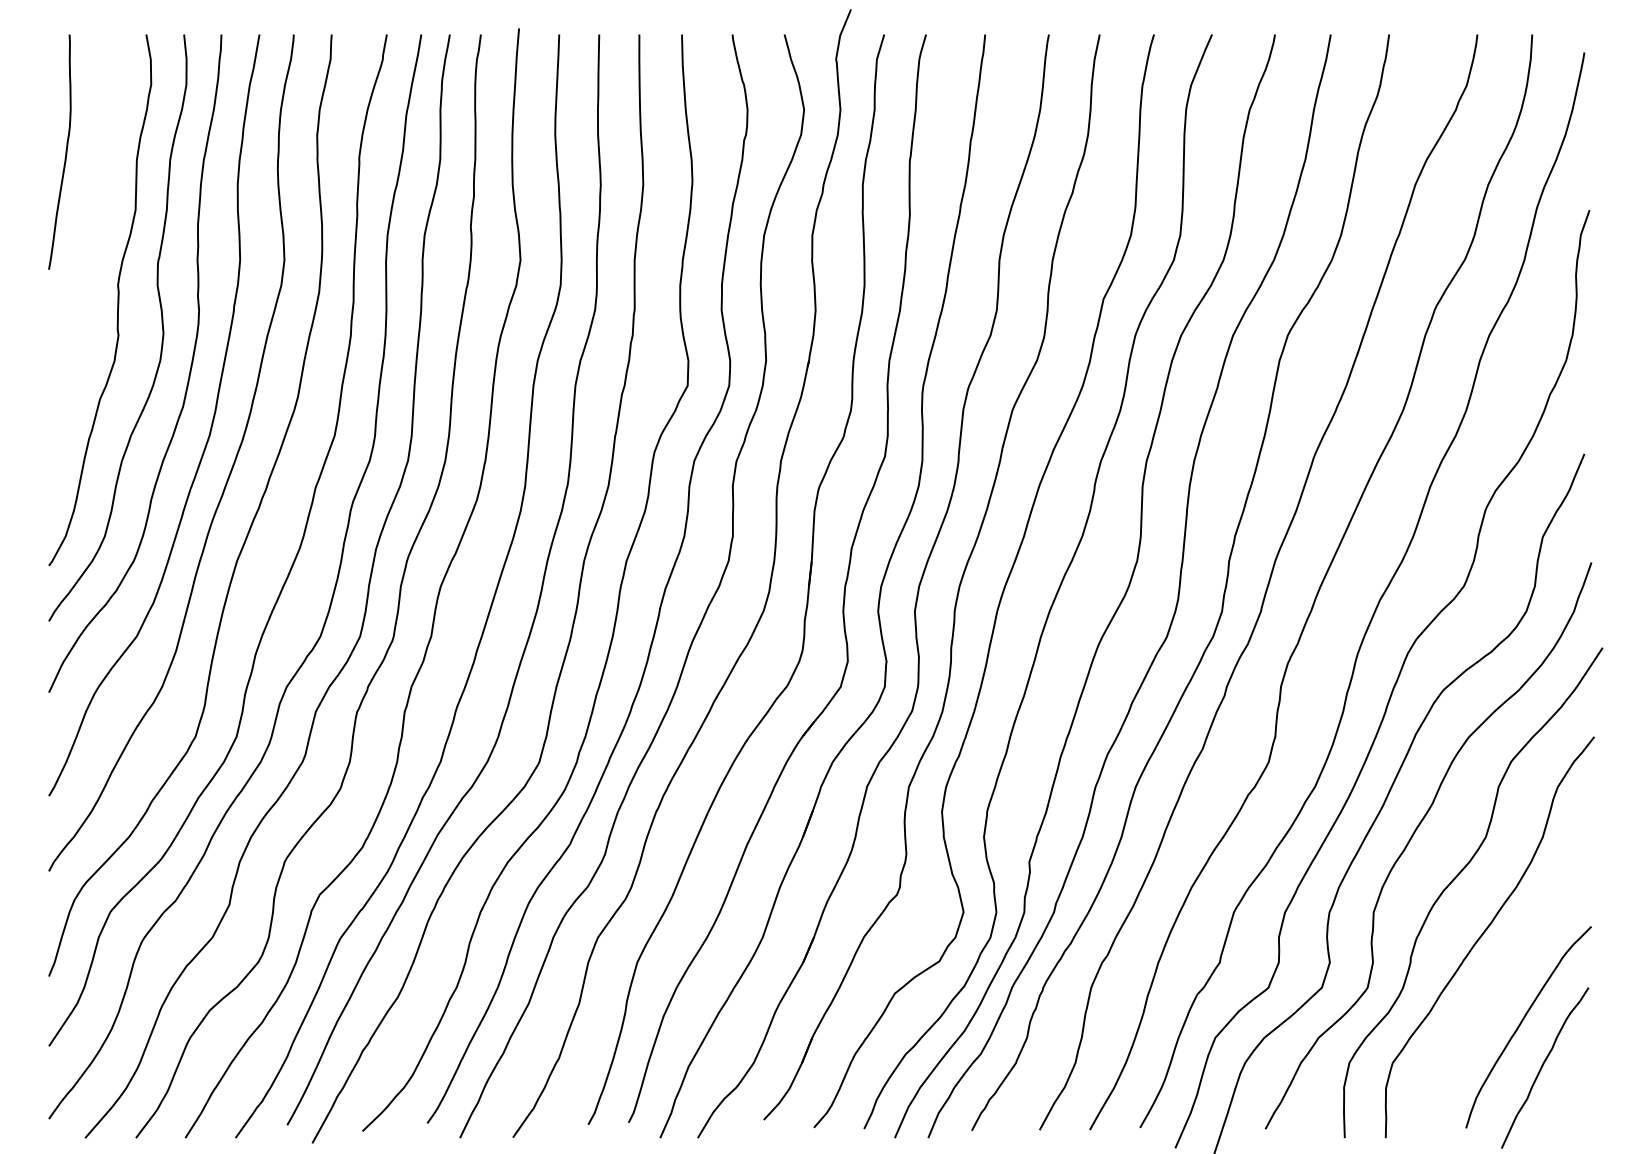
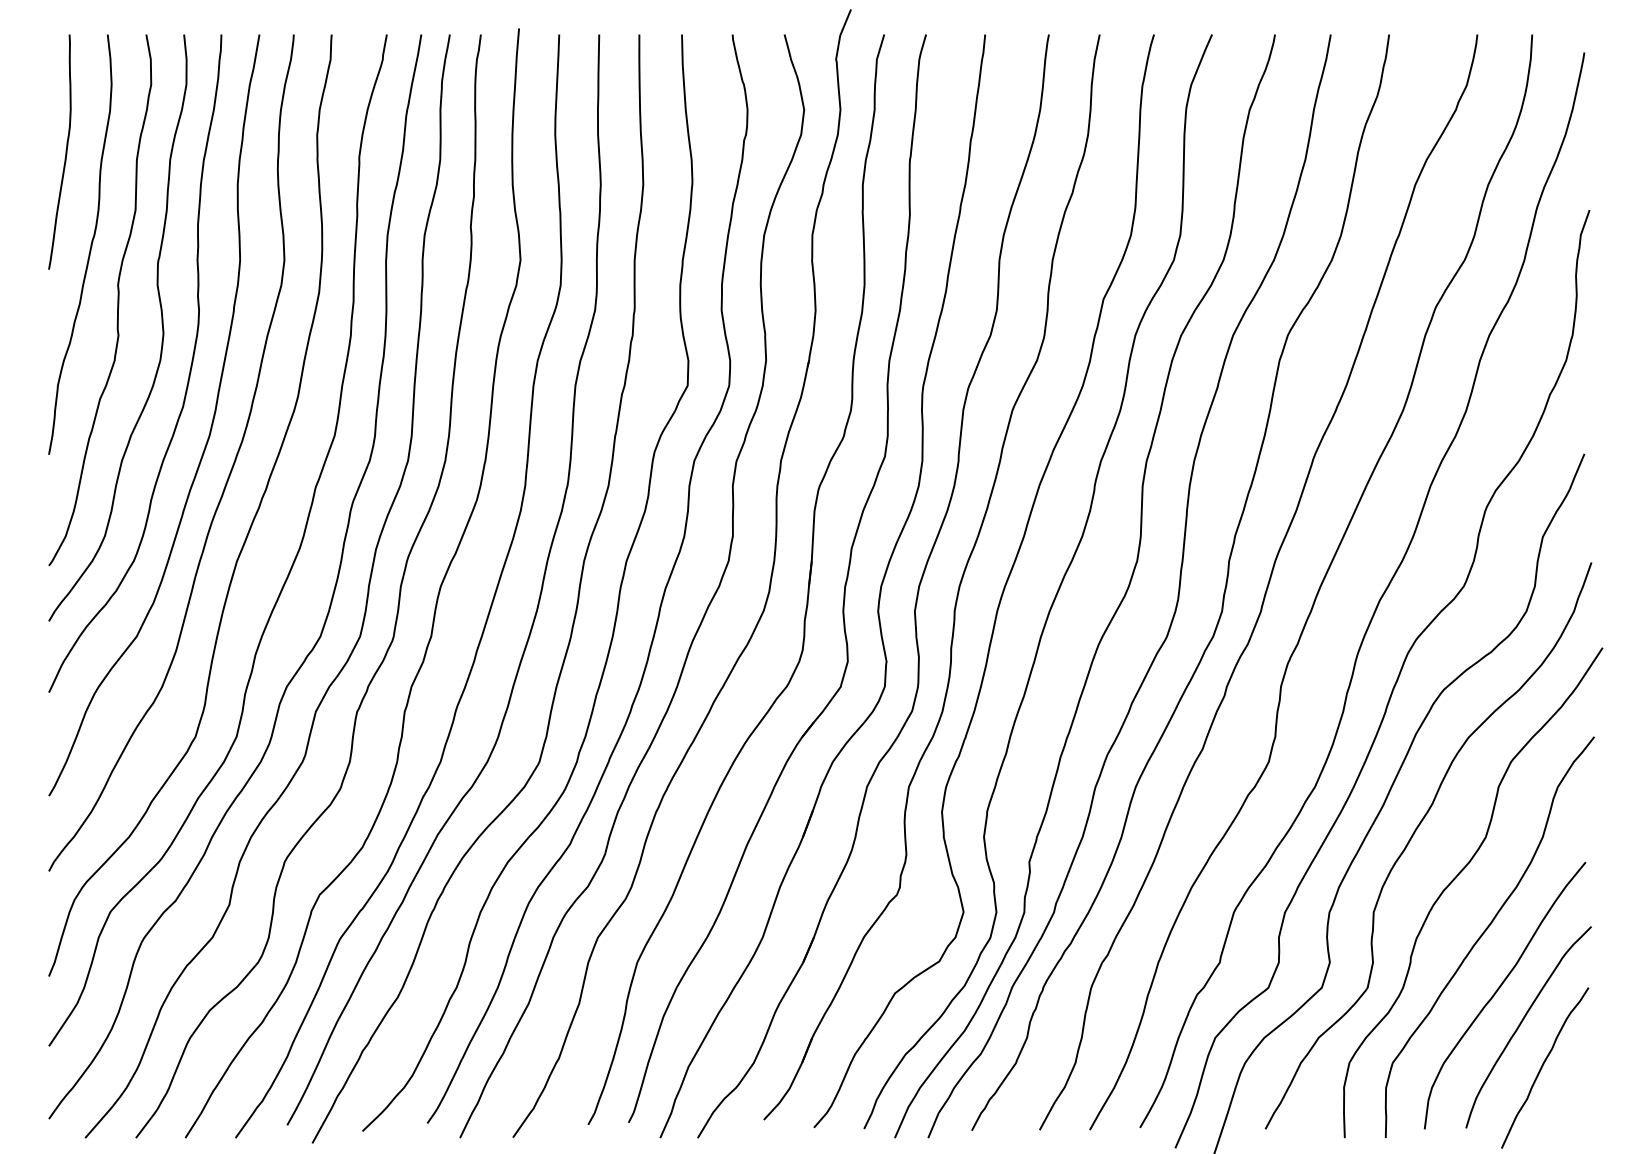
curve at (90, 244): none -> present
curve at (1499, 989): none -> present
